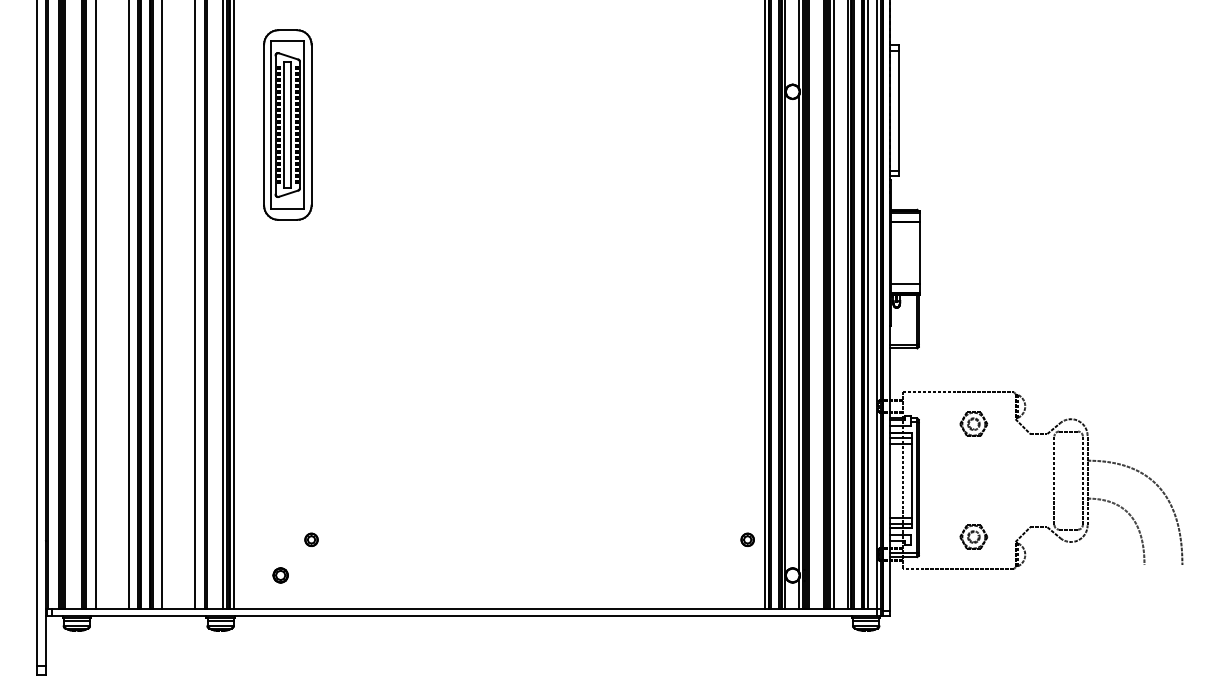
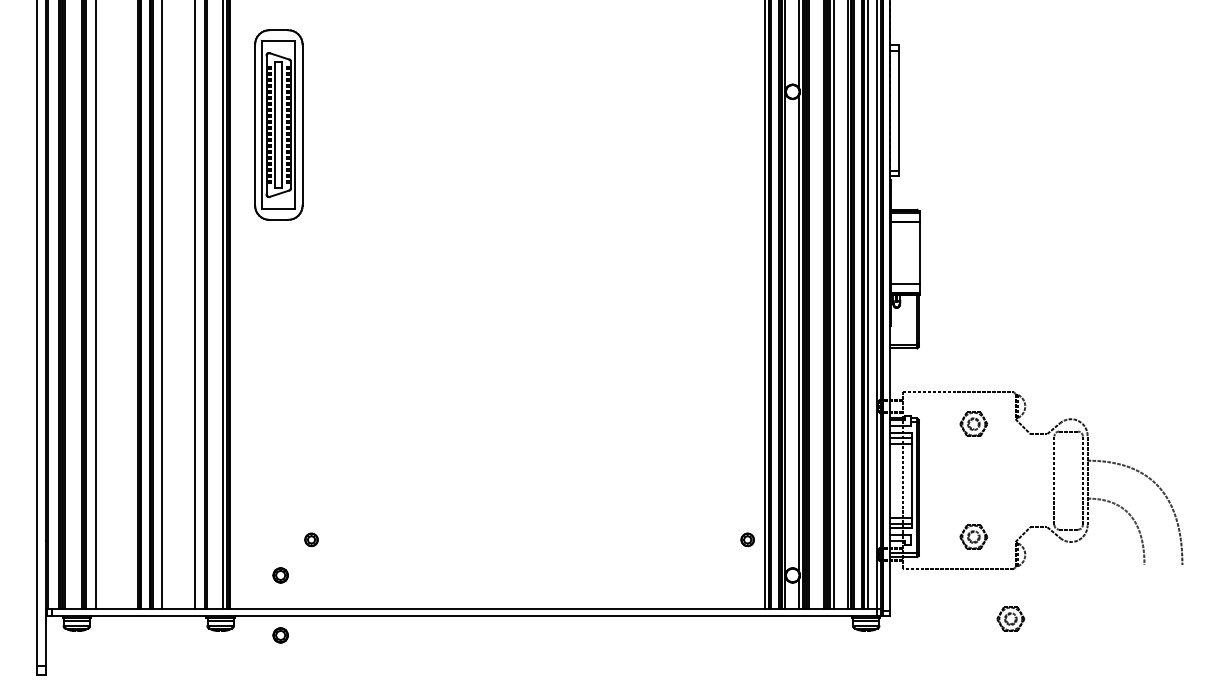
part at (287, 124) position: (287, 124) -> (278, 124)
line at (129, 305): present -> none
line at (234, 305): present -> none
part at (1010, 618): none -> present
part at (280, 635): none -> present
